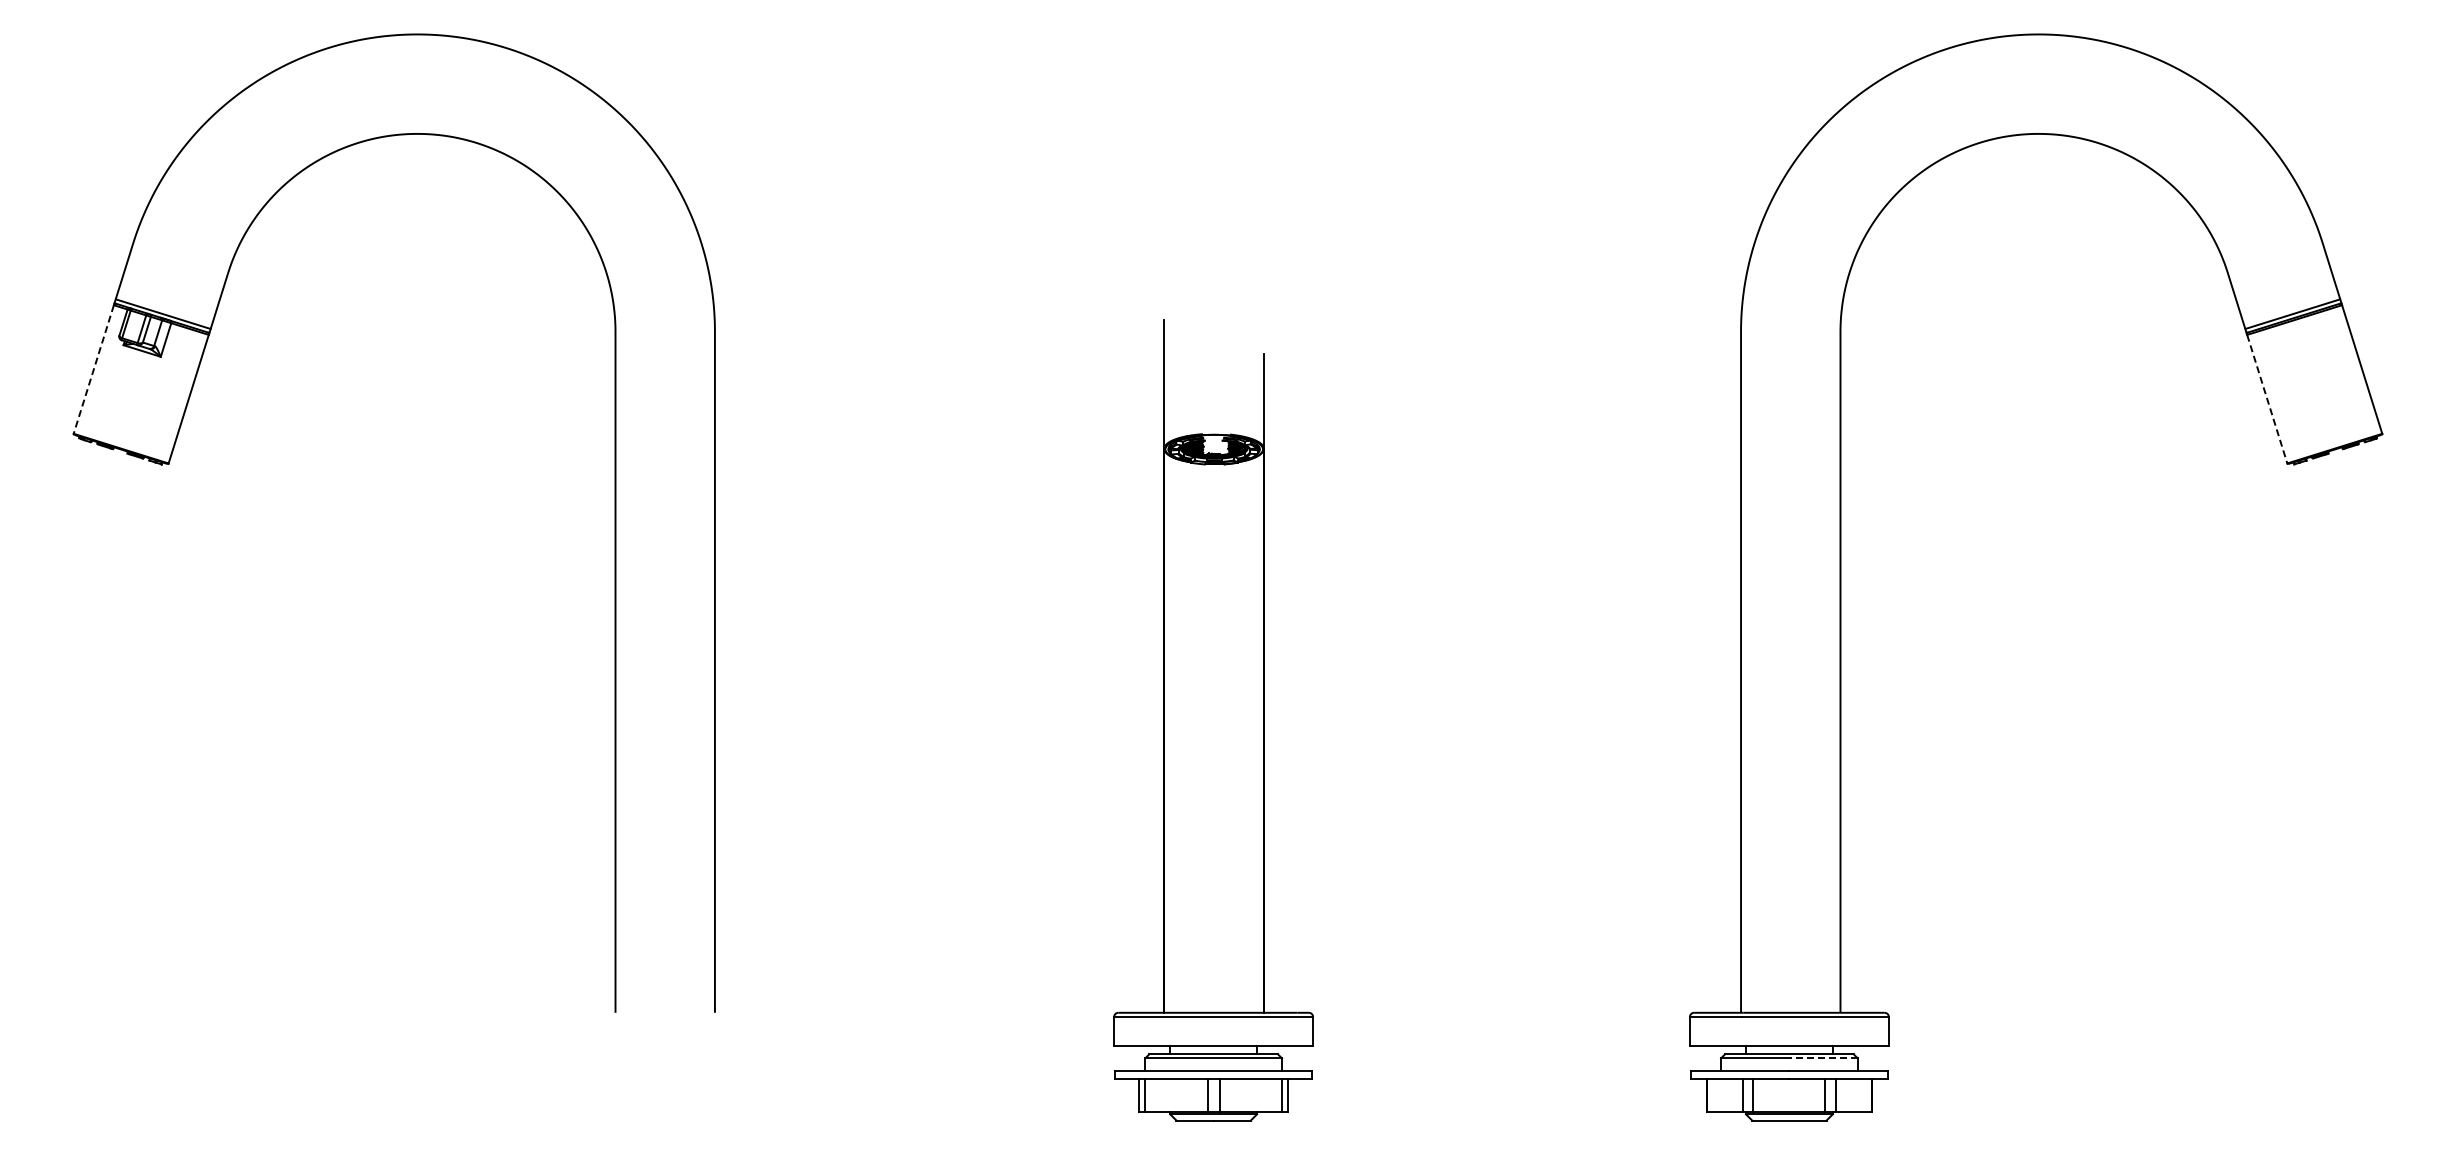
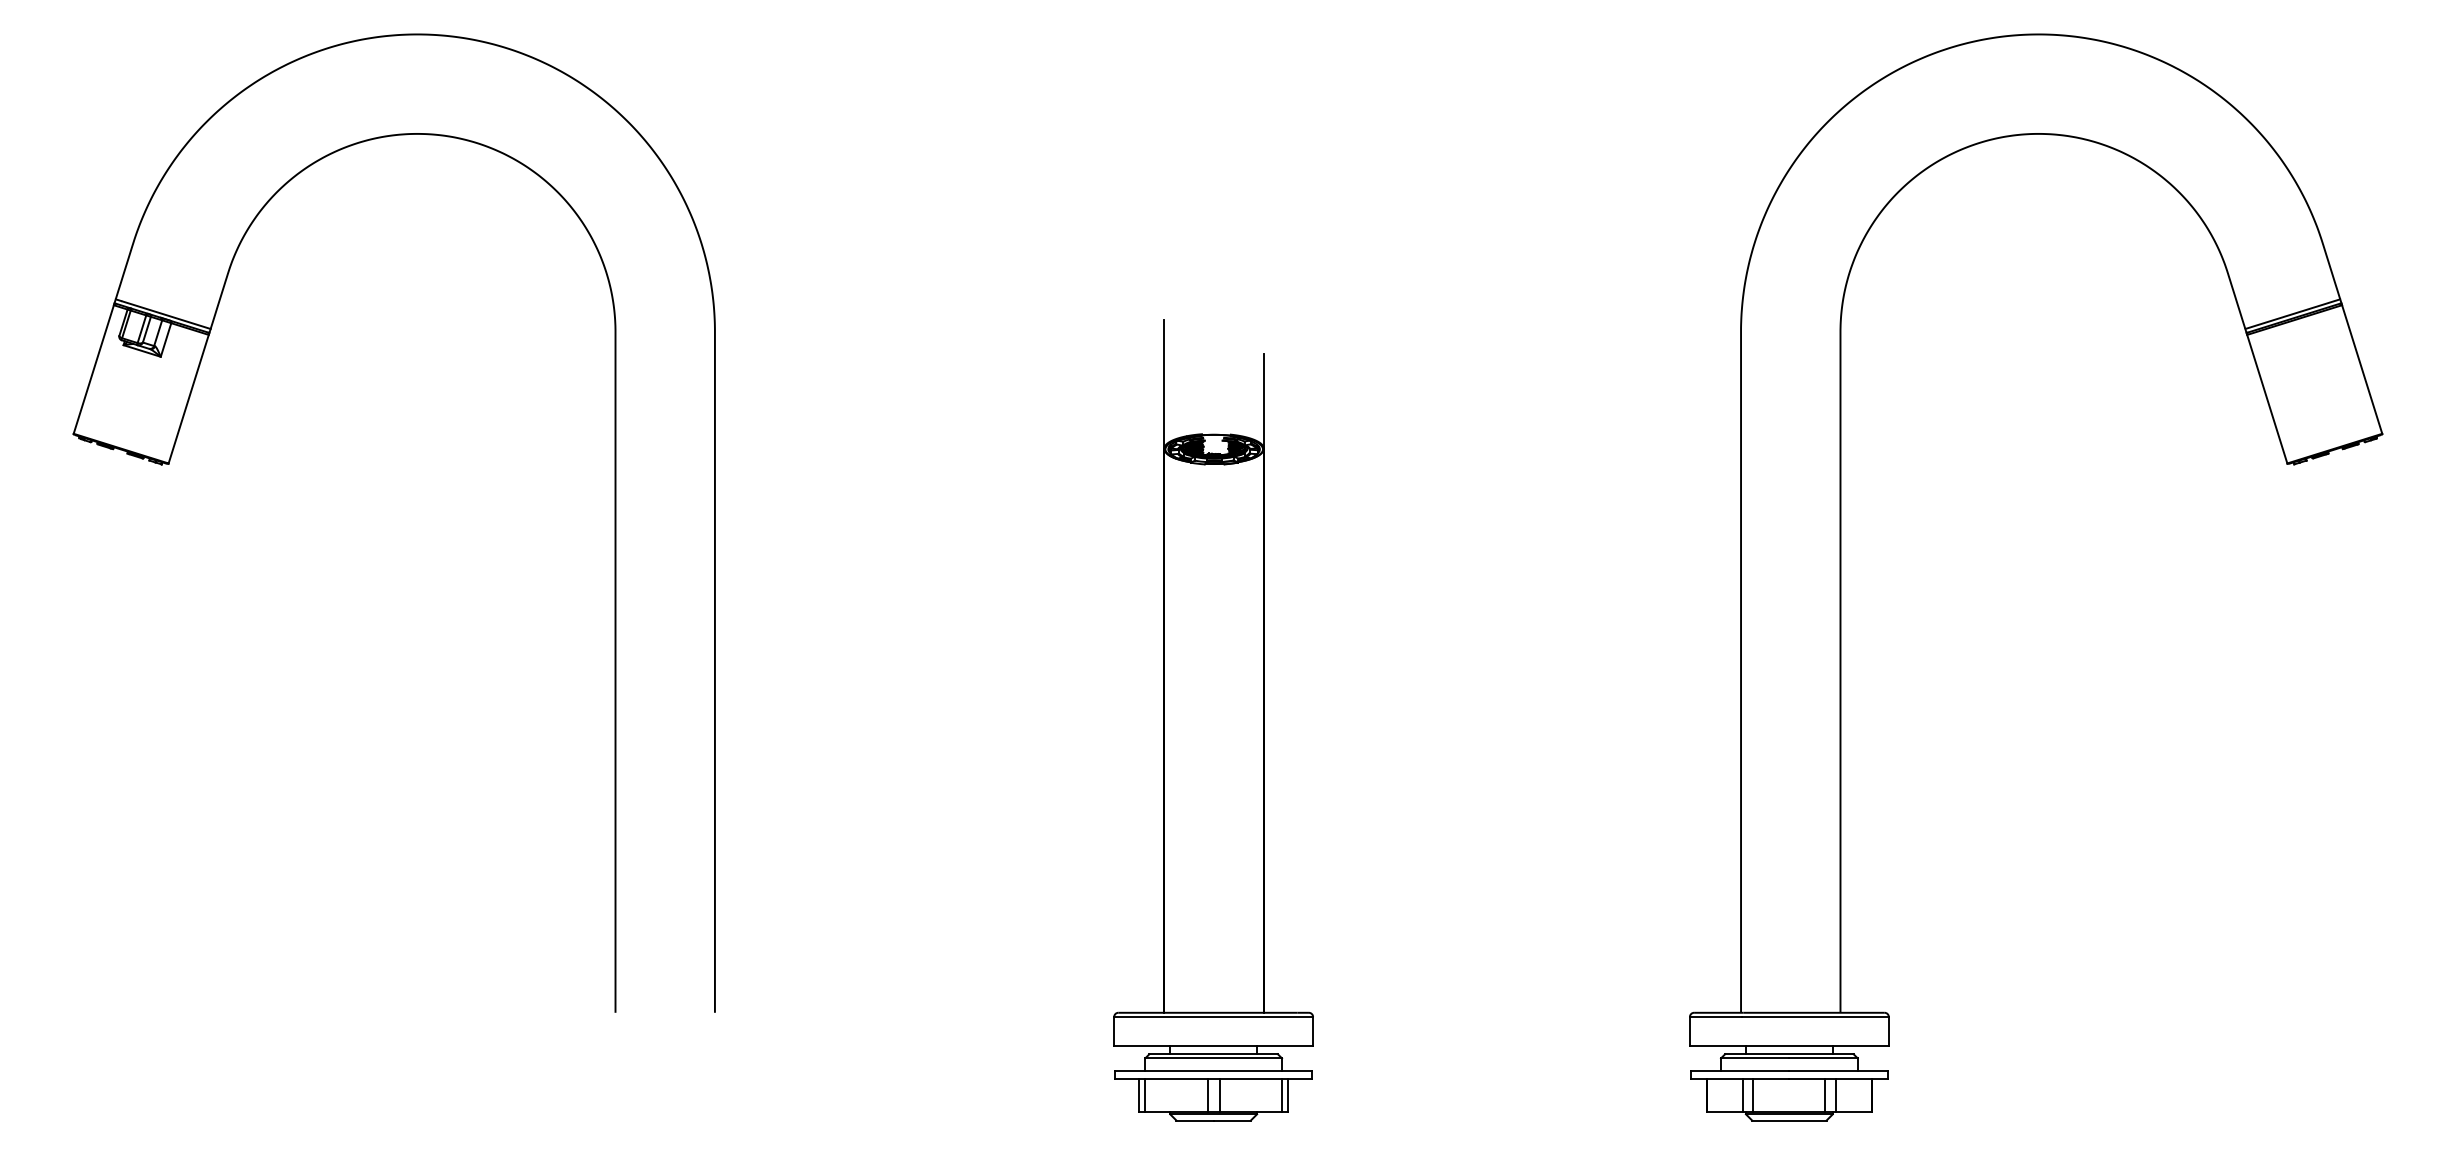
line at (93, 370): dashed -> solid
line at (2267, 399): dashed -> solid
line at (1823, 1058): dashed -> solid
